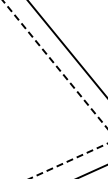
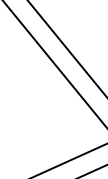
line at (55, 64): dashed -> solid
line at (68, 161): dashed -> solid
